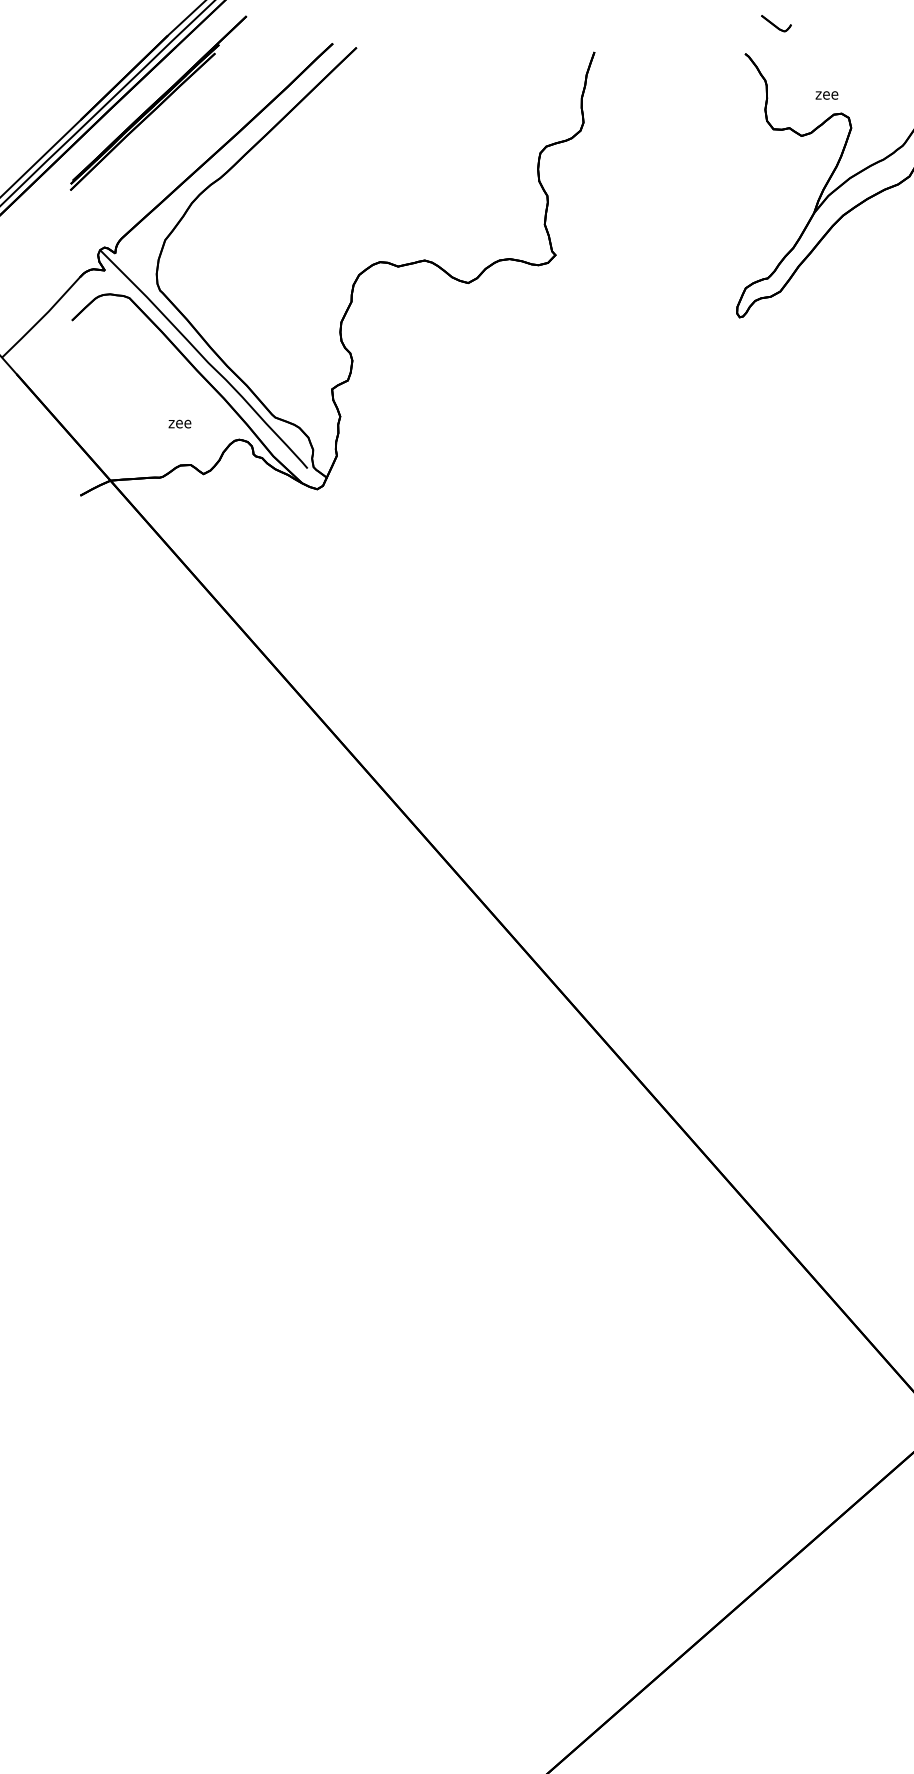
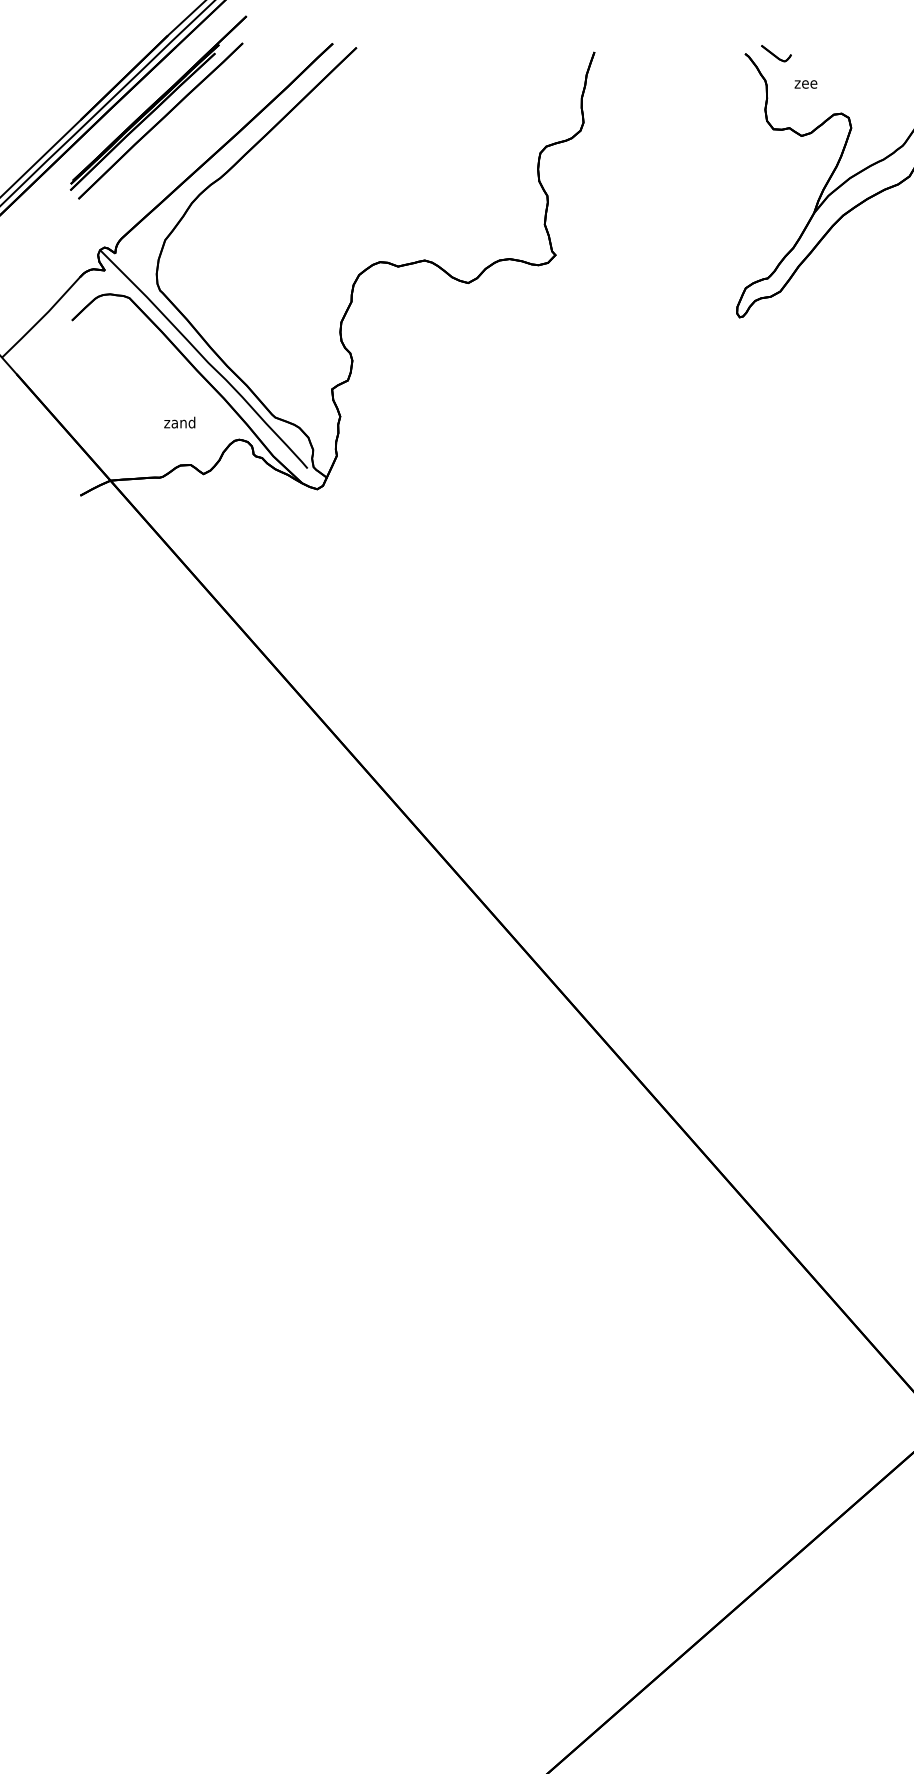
part at (776, 23) position: (776, 23) -> (776, 53)
text at (826, 95) position: (826, 95) -> (805, 84)
line at (160, 120): none -> present
text at (179, 422): zee -> zand
